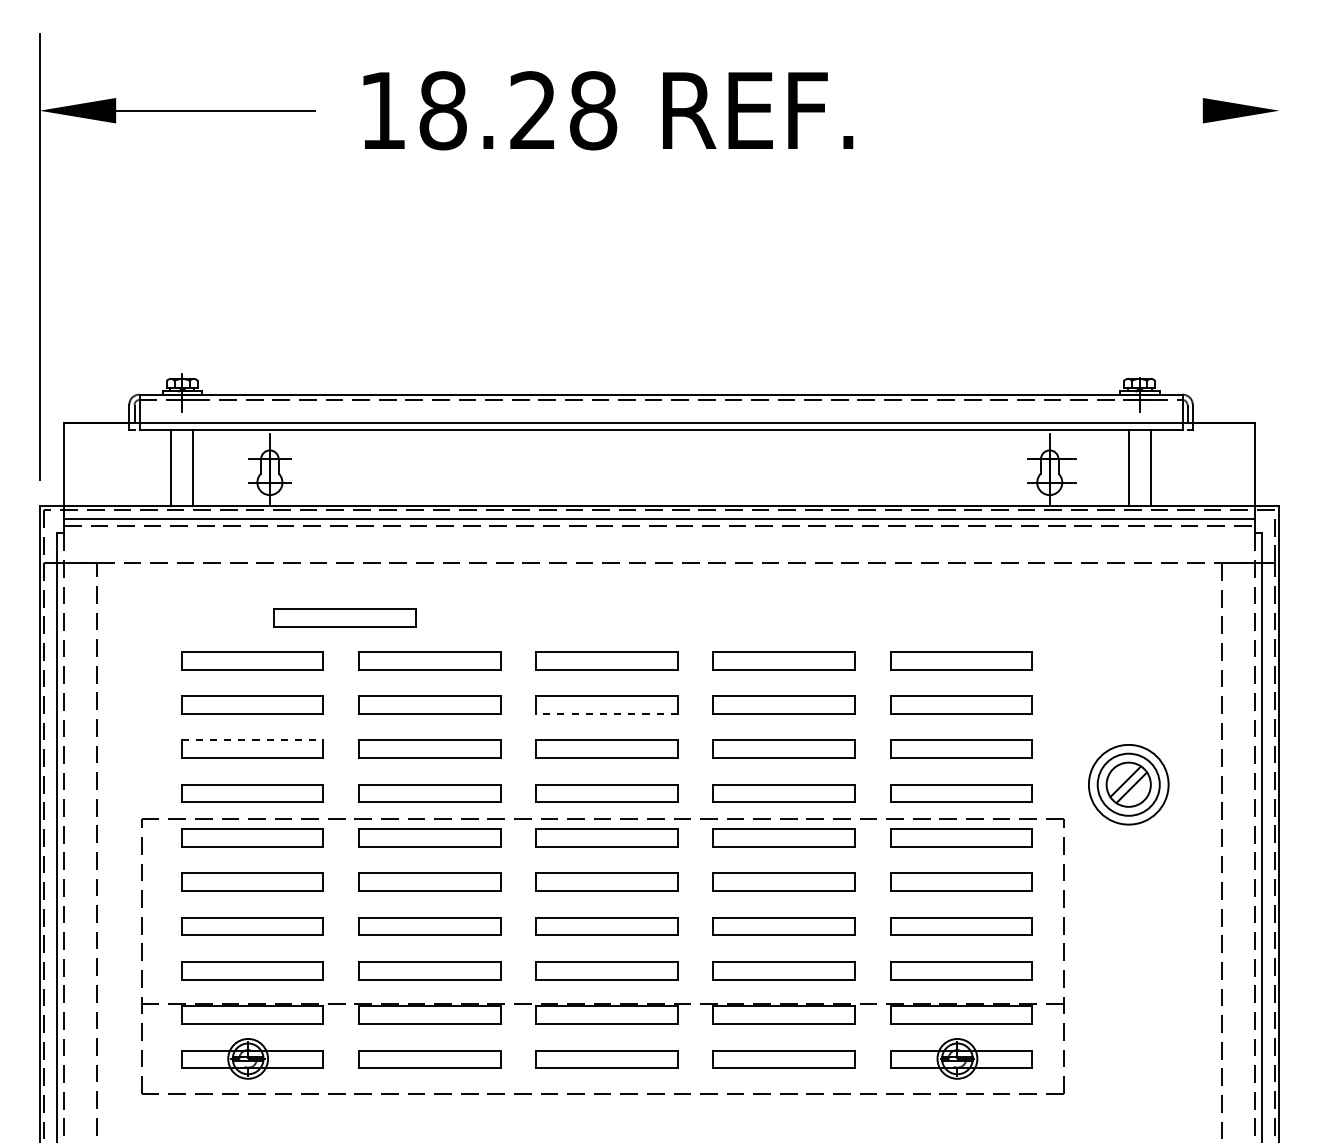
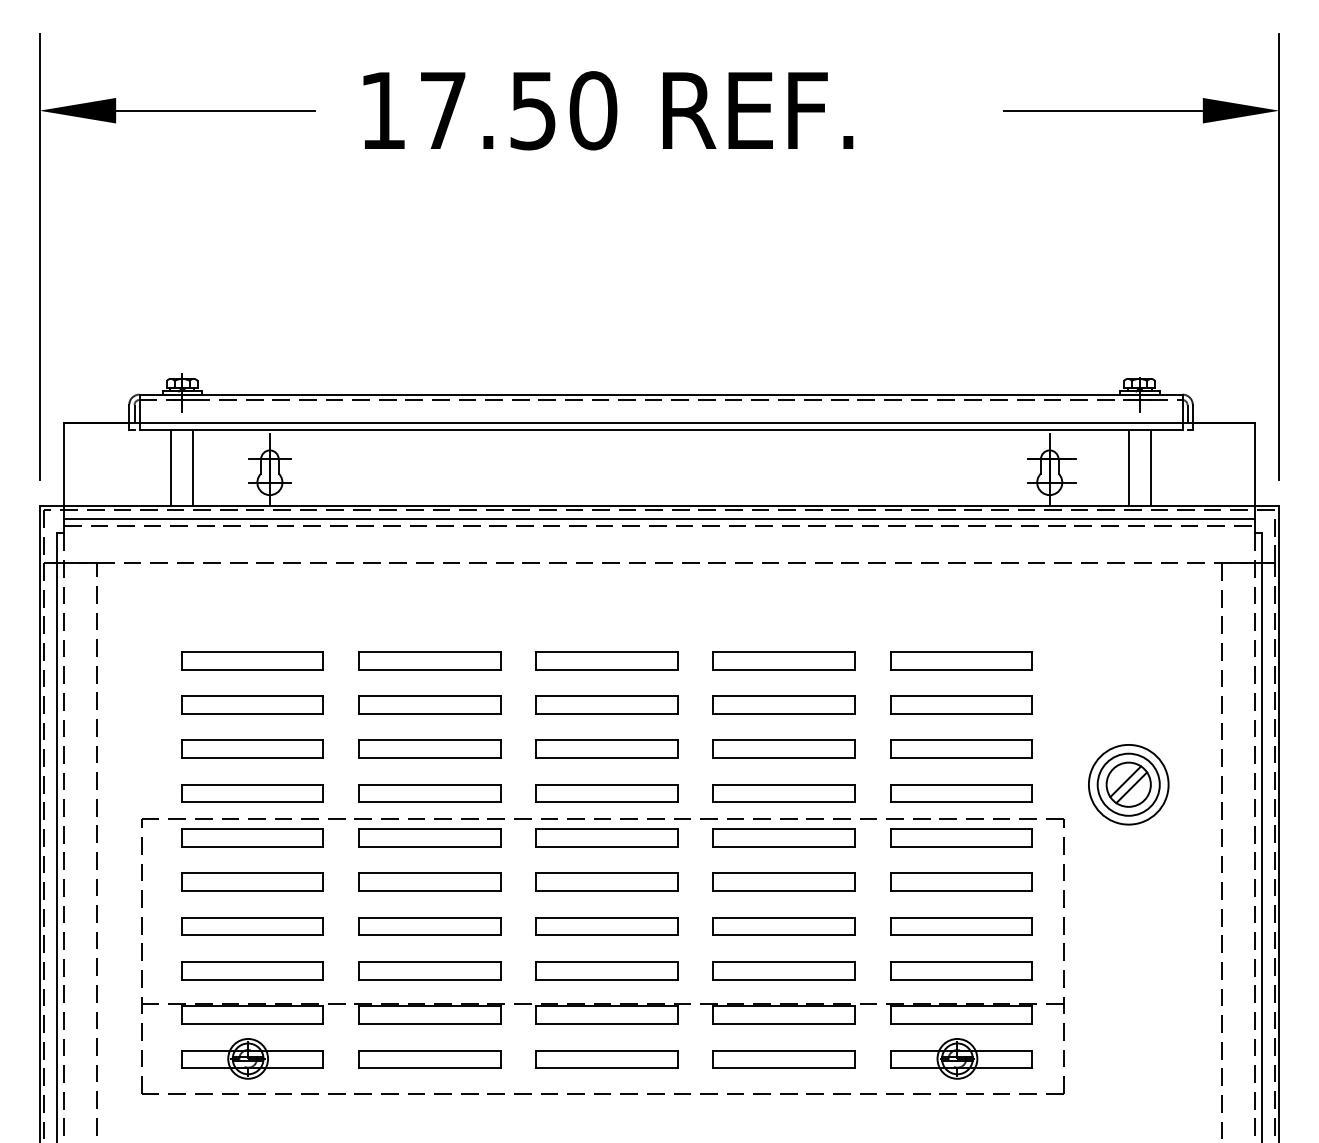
text at (518, 110): 18.28 -> 17.50
line at (1103, 110): none -> present
line at (1279, 256): none -> present
part at (344, 617): present -> none
line at (607, 713): dashed -> solid
line at (252, 740): dashed -> solid
